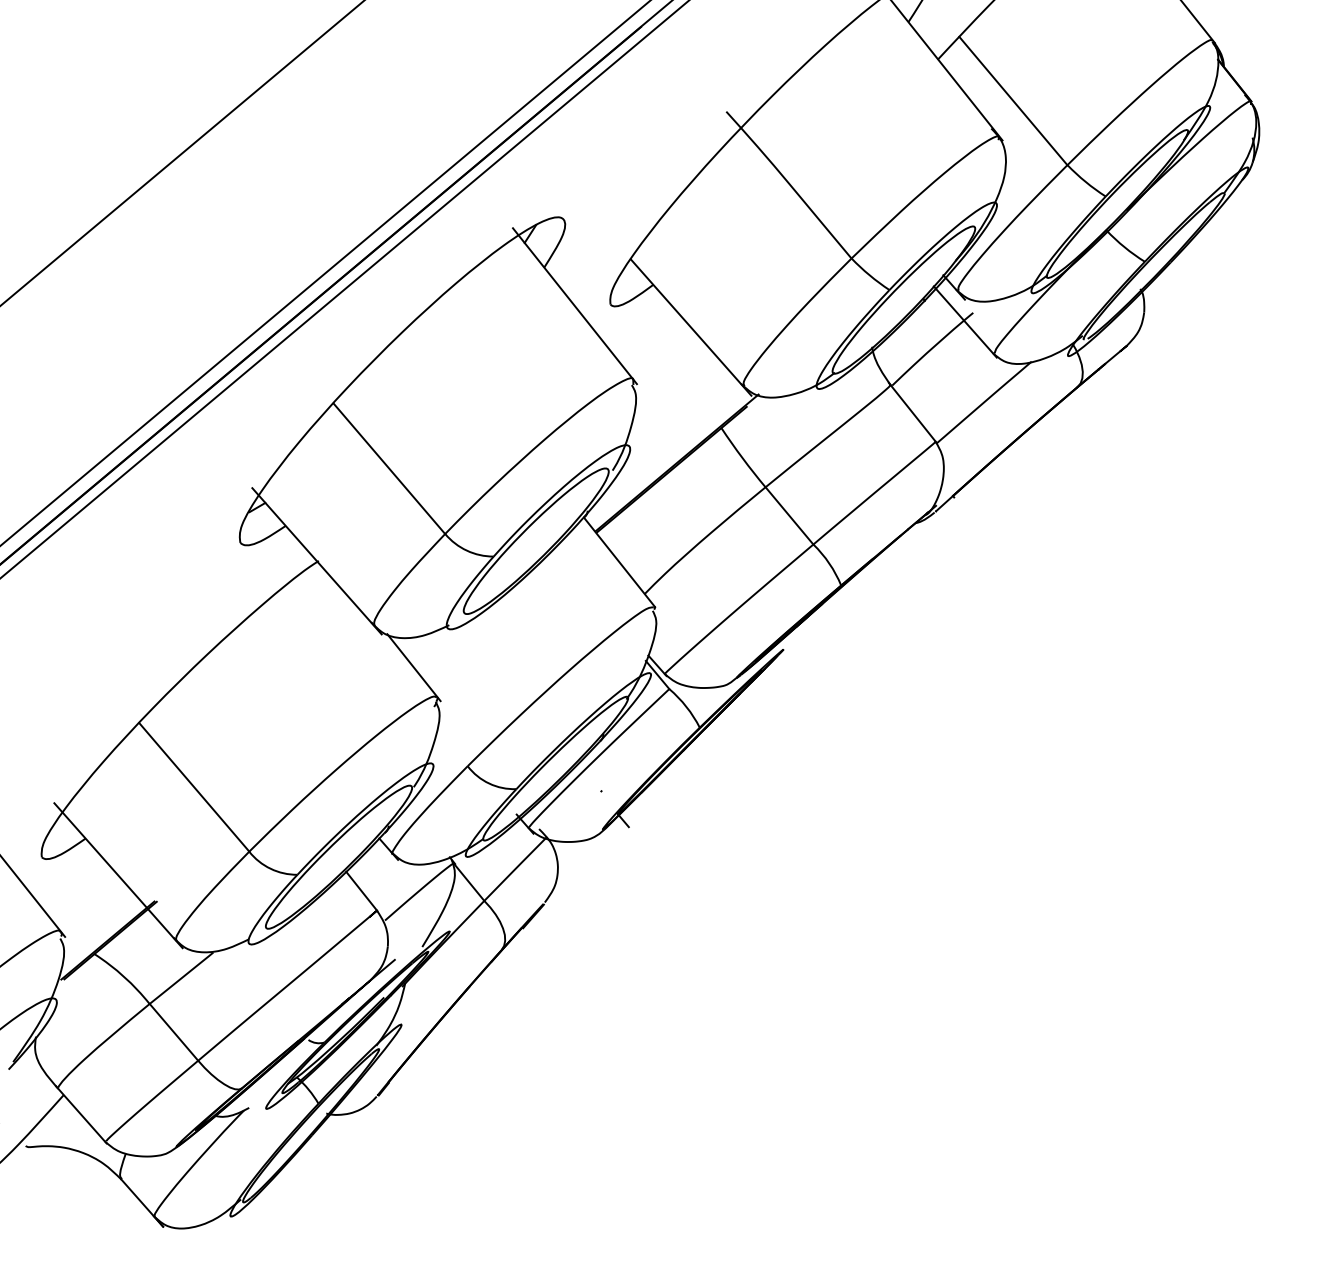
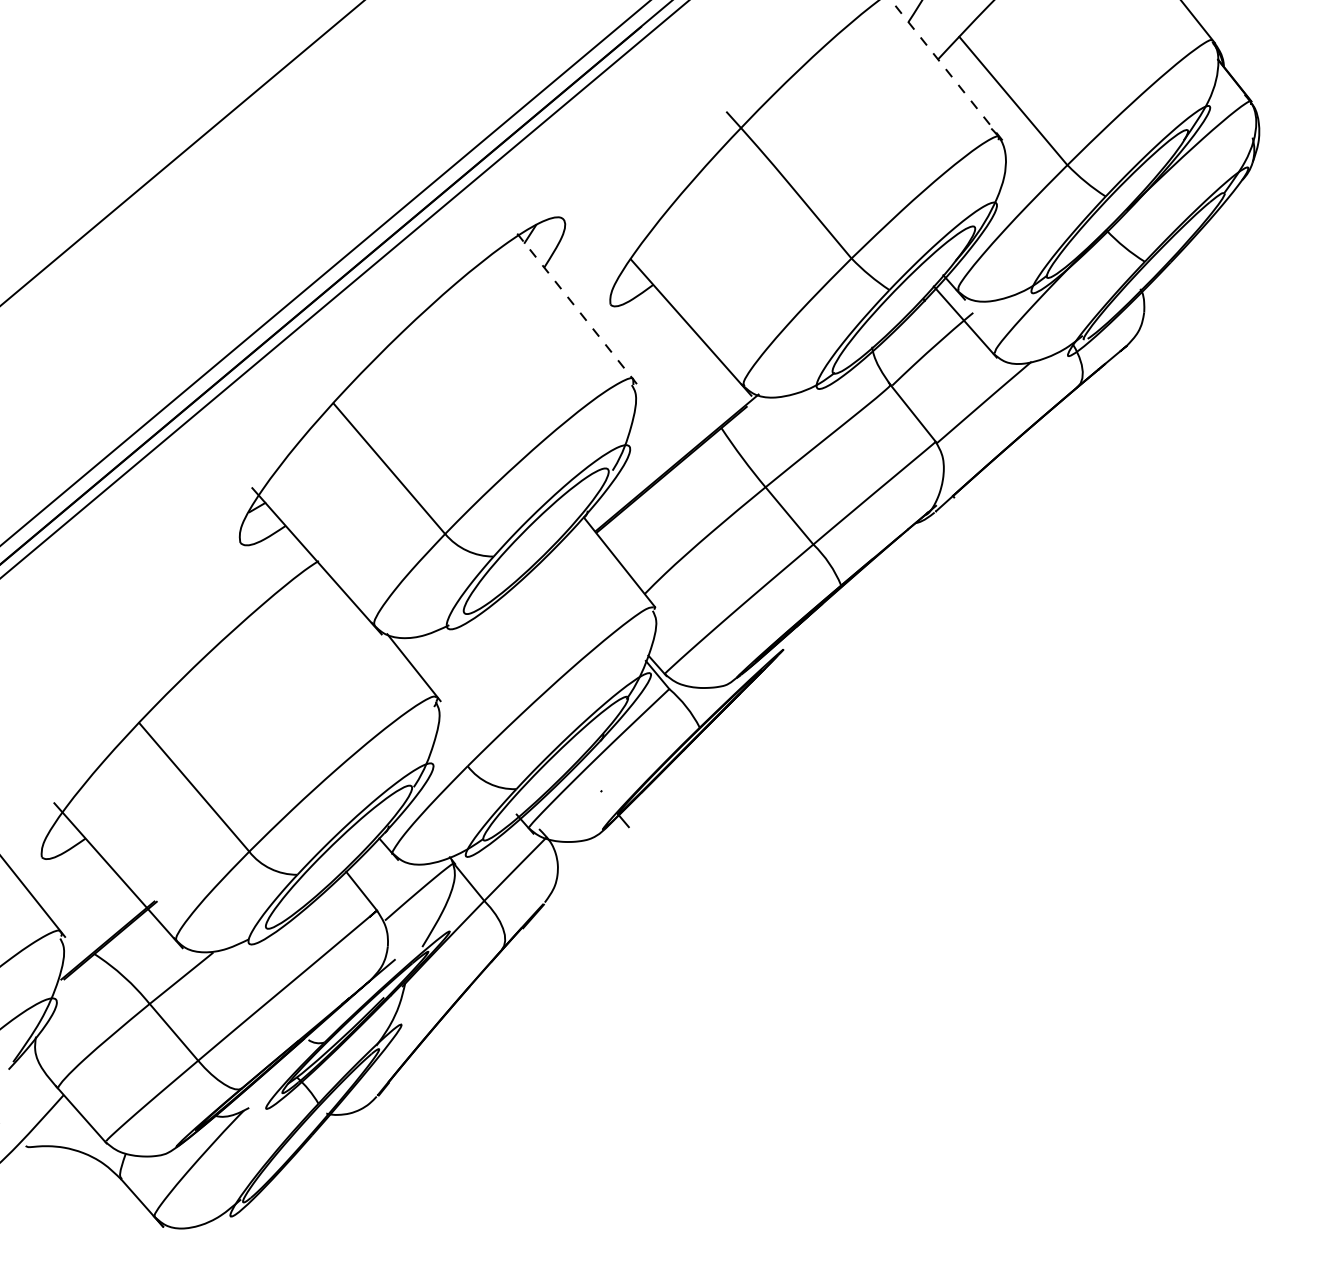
line at (946, 70): solid -> dashed
line at (574, 306): solid -> dashed
